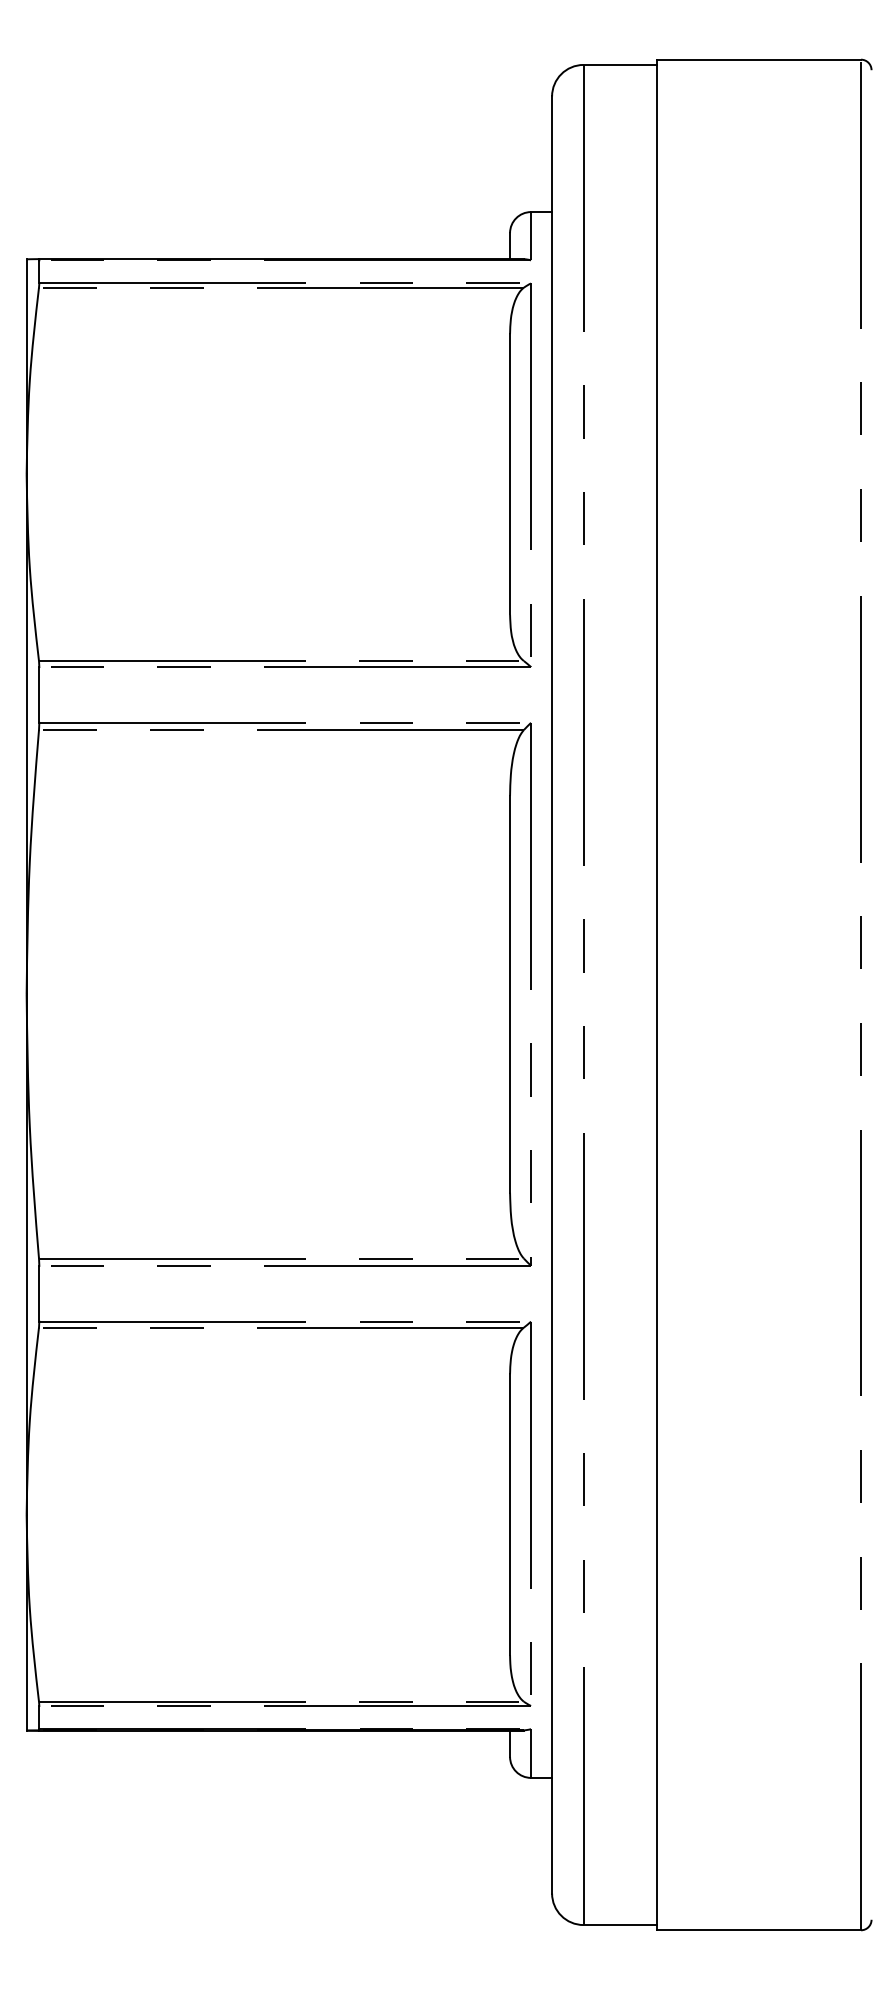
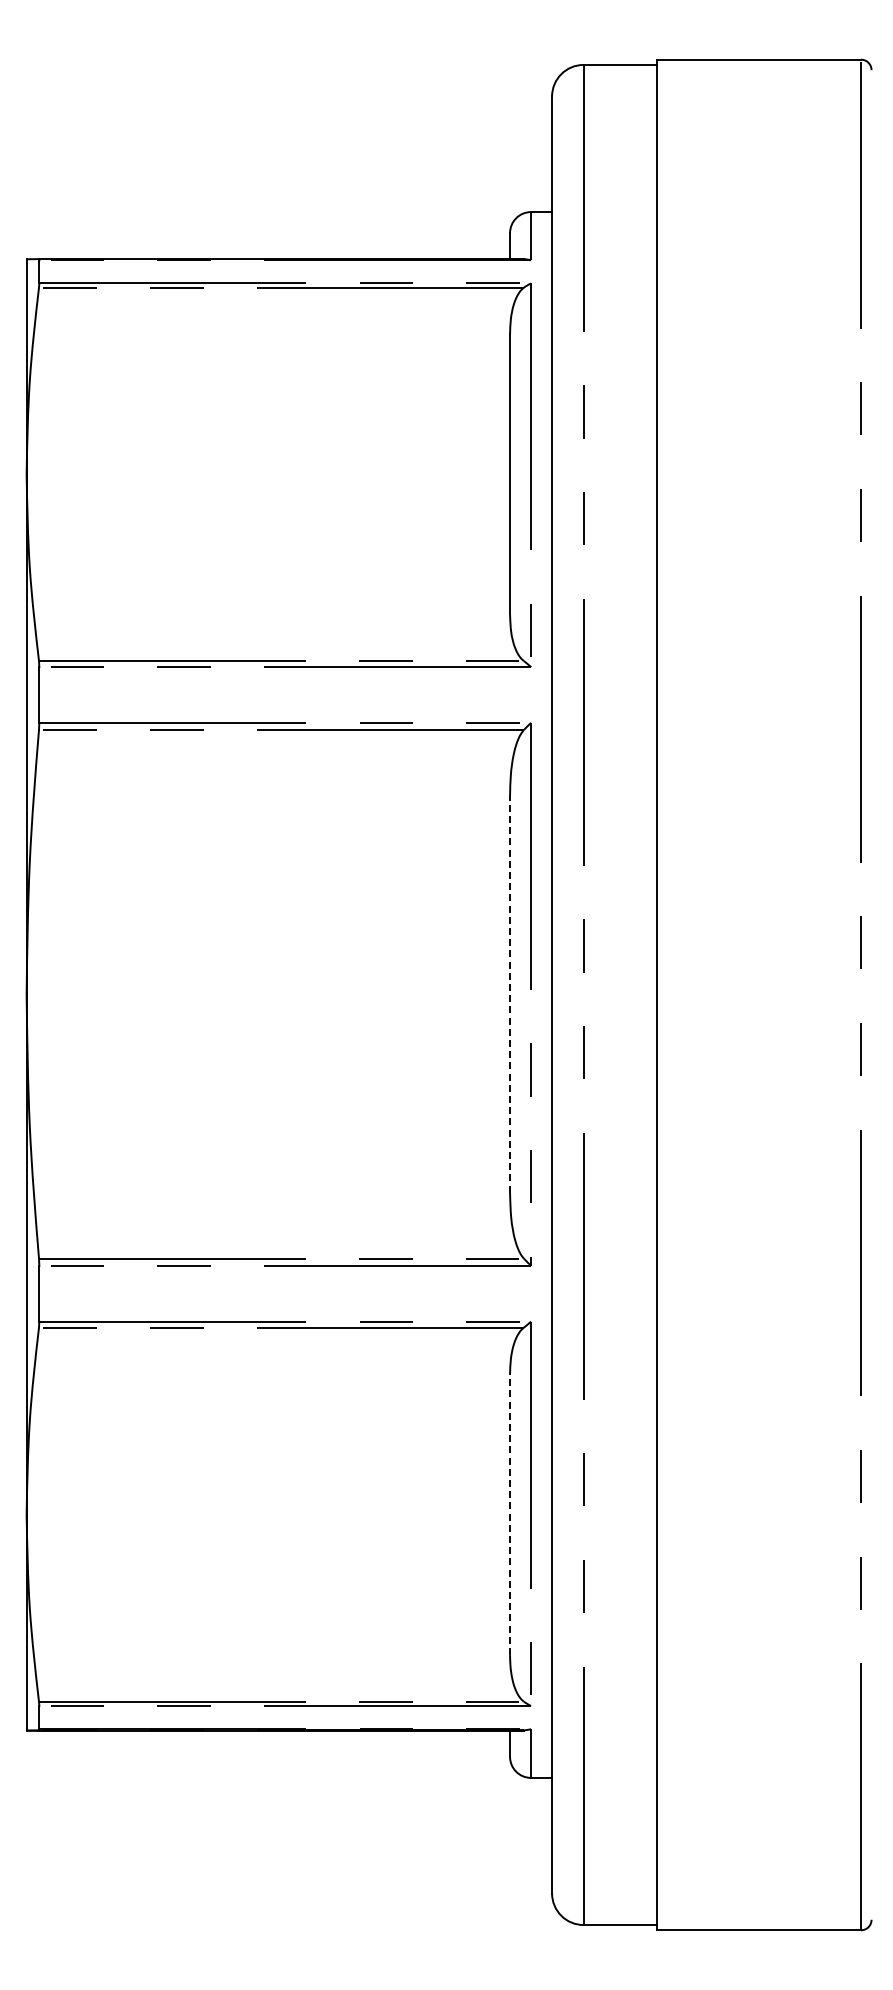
line at (510, 993): solid -> dashed
line at (510, 1514): solid -> dashed
